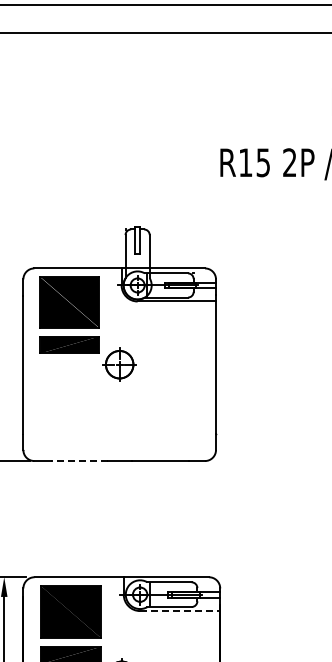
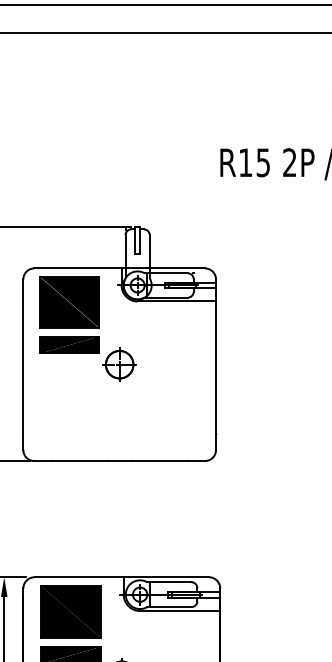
line at (66, 226): none -> present
line at (78, 461): dashed -> solid
line at (180, 611): dashed -> solid
